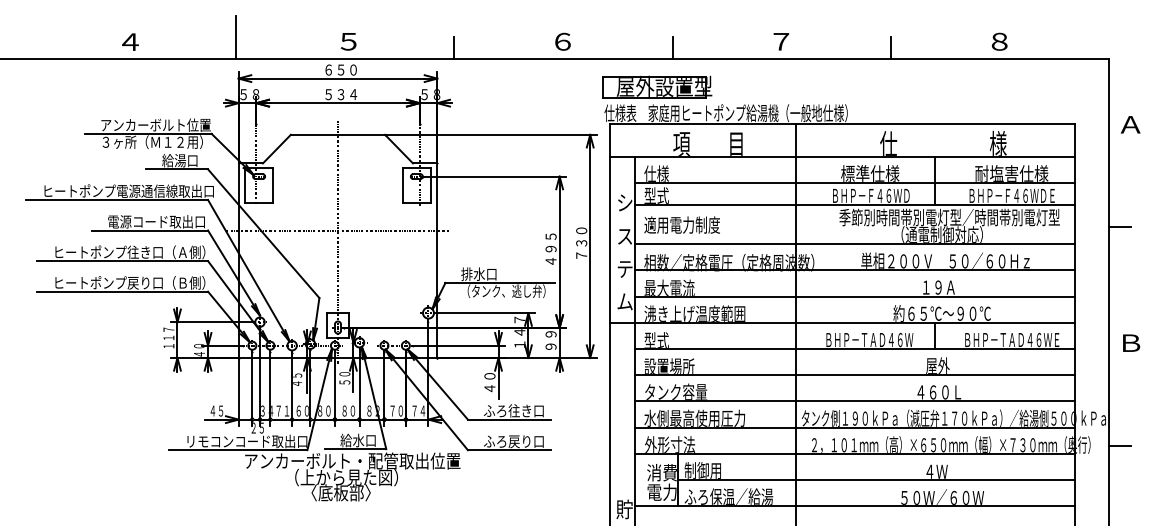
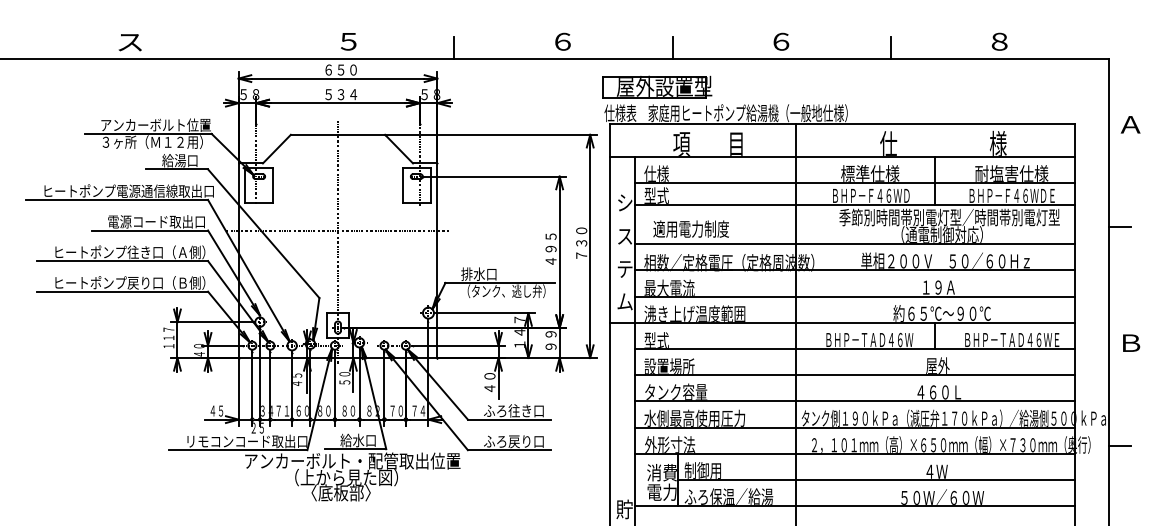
line at (235, 37): present -> none
text at (781, 41): ７ -> ６
text at (129, 42): ４ -> ス
text at (681, 224) position: (681, 224) -> (690, 228)
